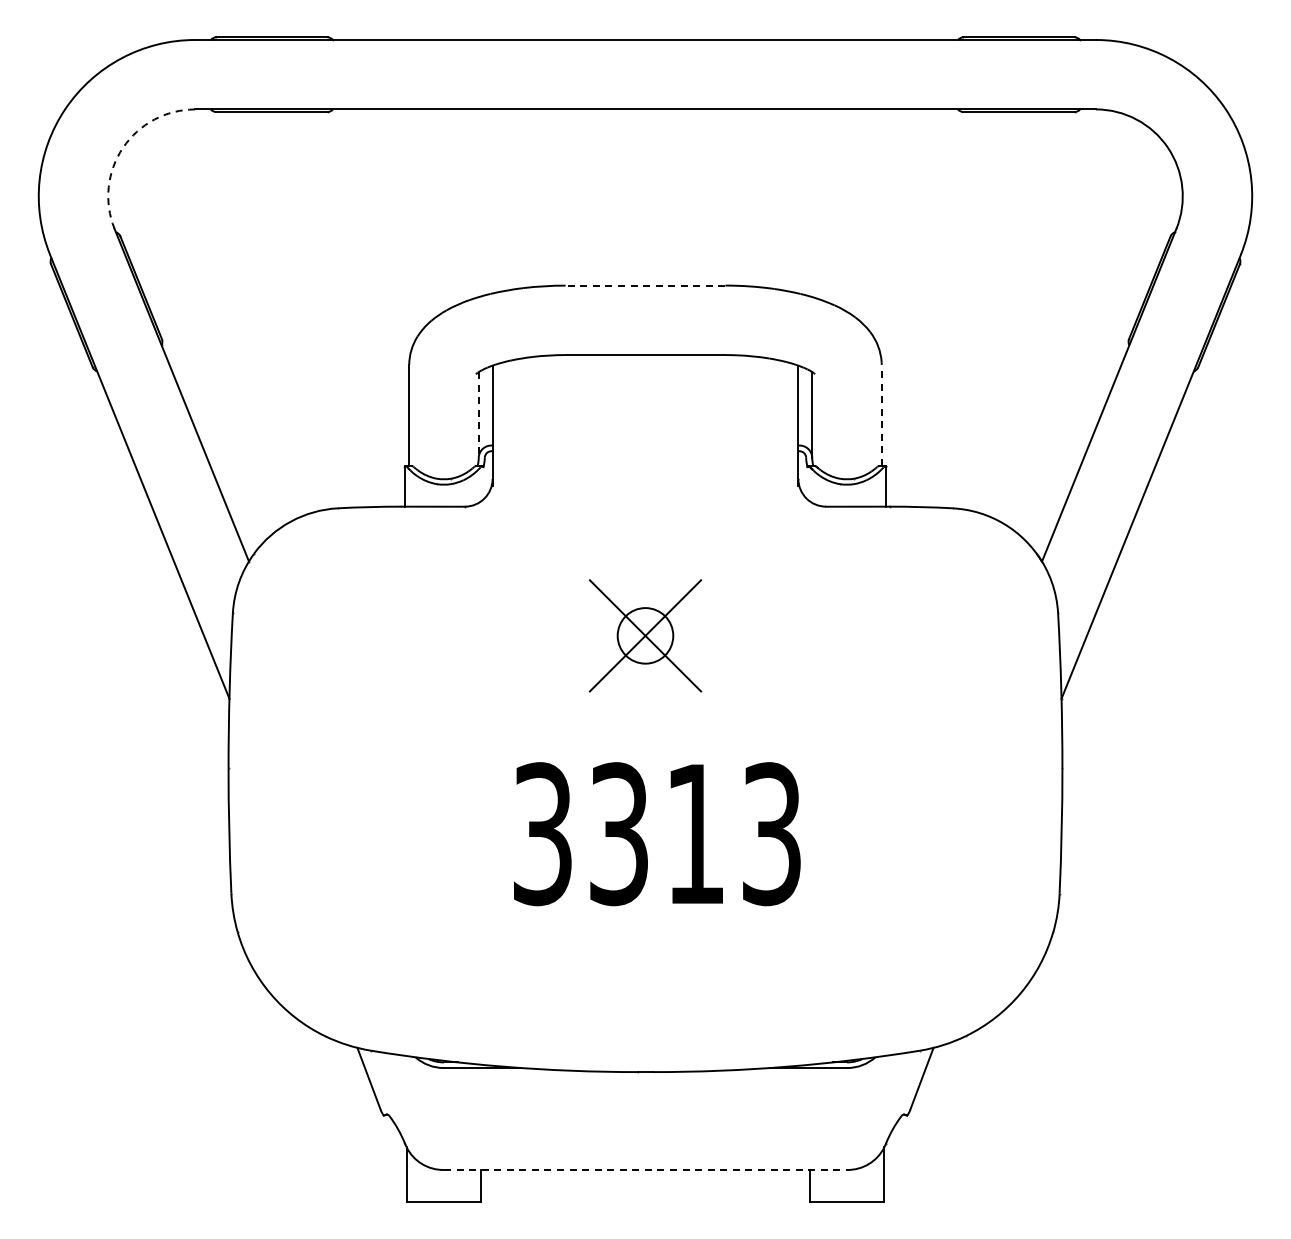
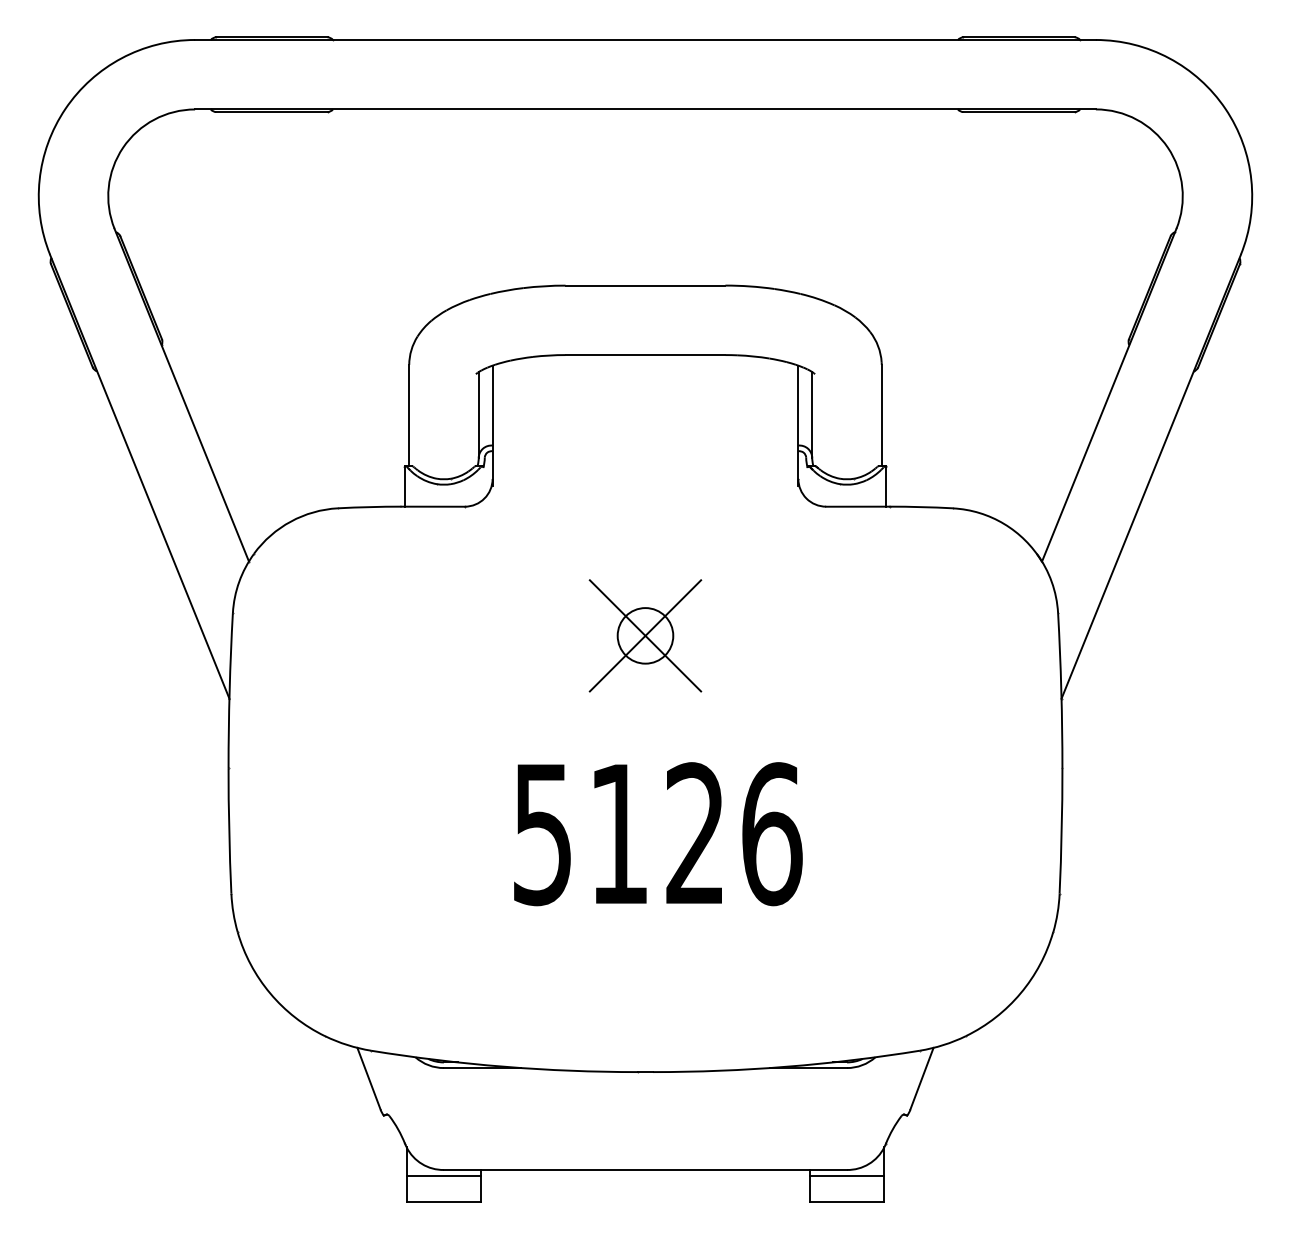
arc at (123, 147): dashed -> solid
line at (645, 285): dashed -> solid
line at (478, 414): dashed -> solid
line at (881, 415): dashed -> solid
text at (658, 834): 3313 -> 5126
line at (645, 1169): dashed -> solid
line at (443, 1175): none -> present
line at (846, 1175): none -> present
